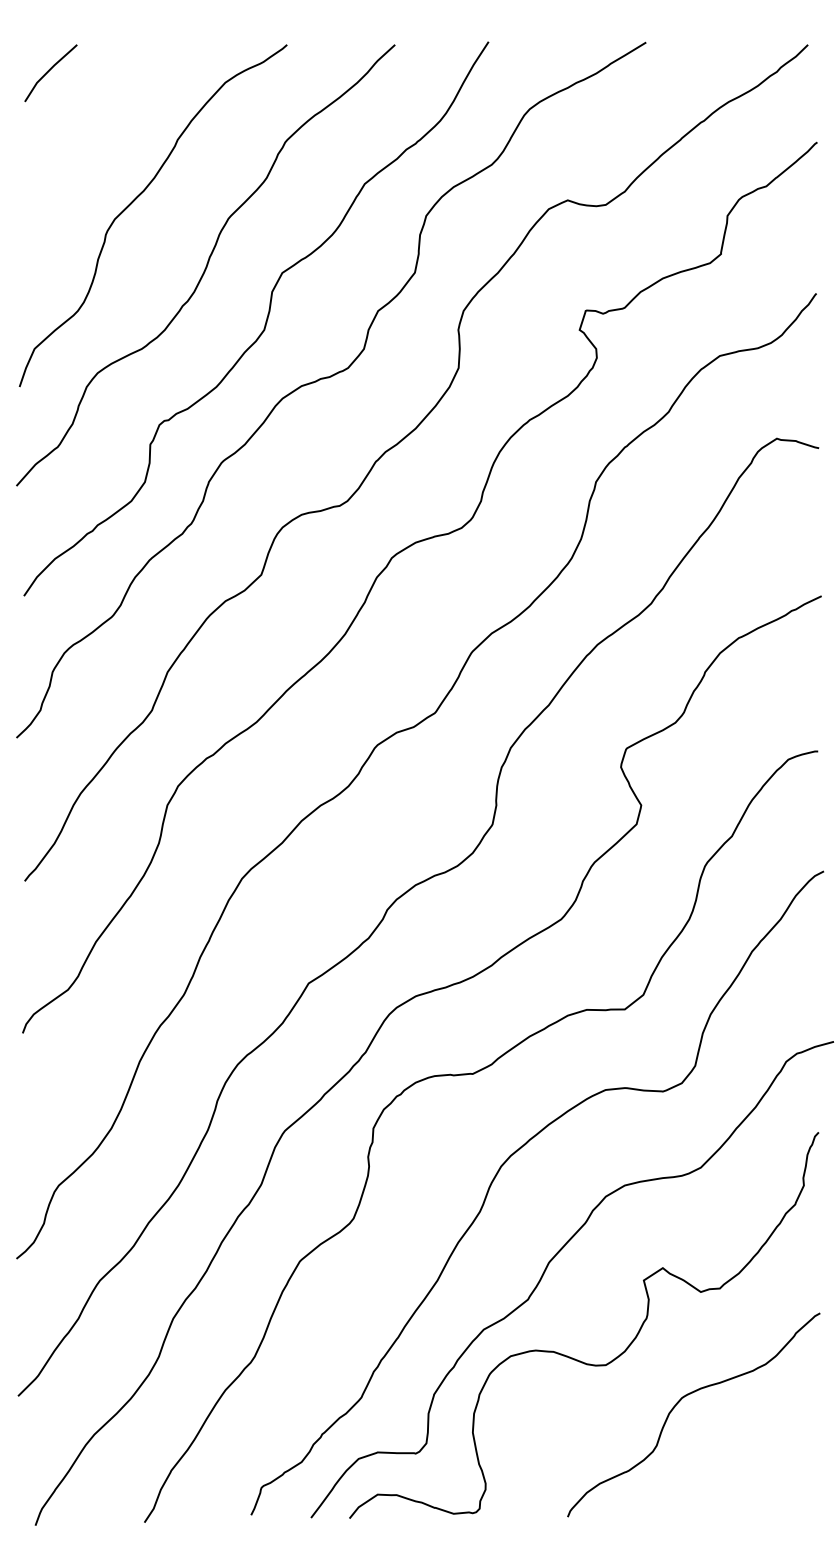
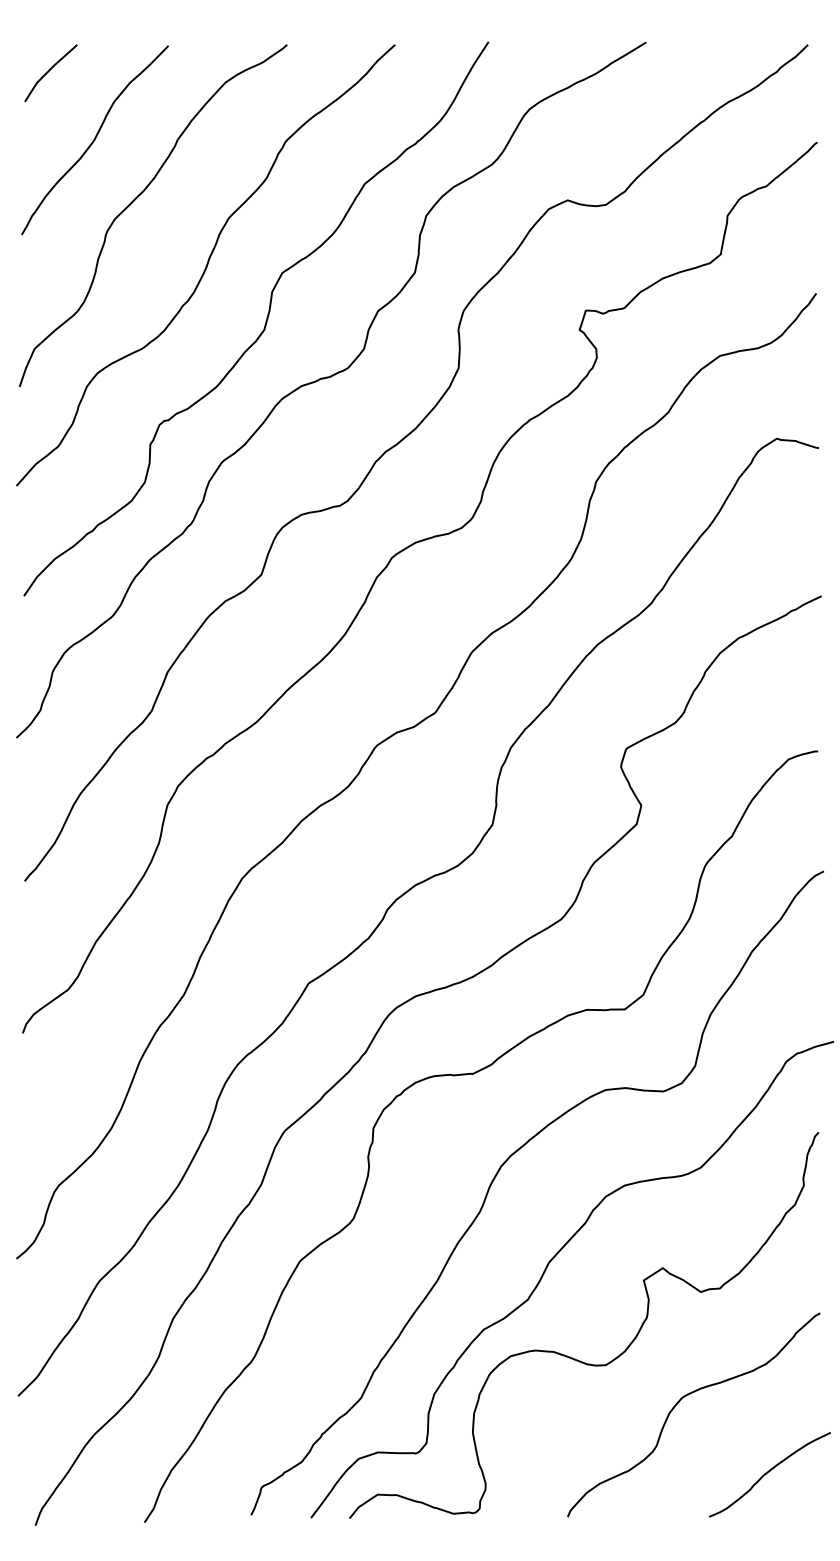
curve at (94, 140): none -> present
curve at (769, 1472): none -> present
